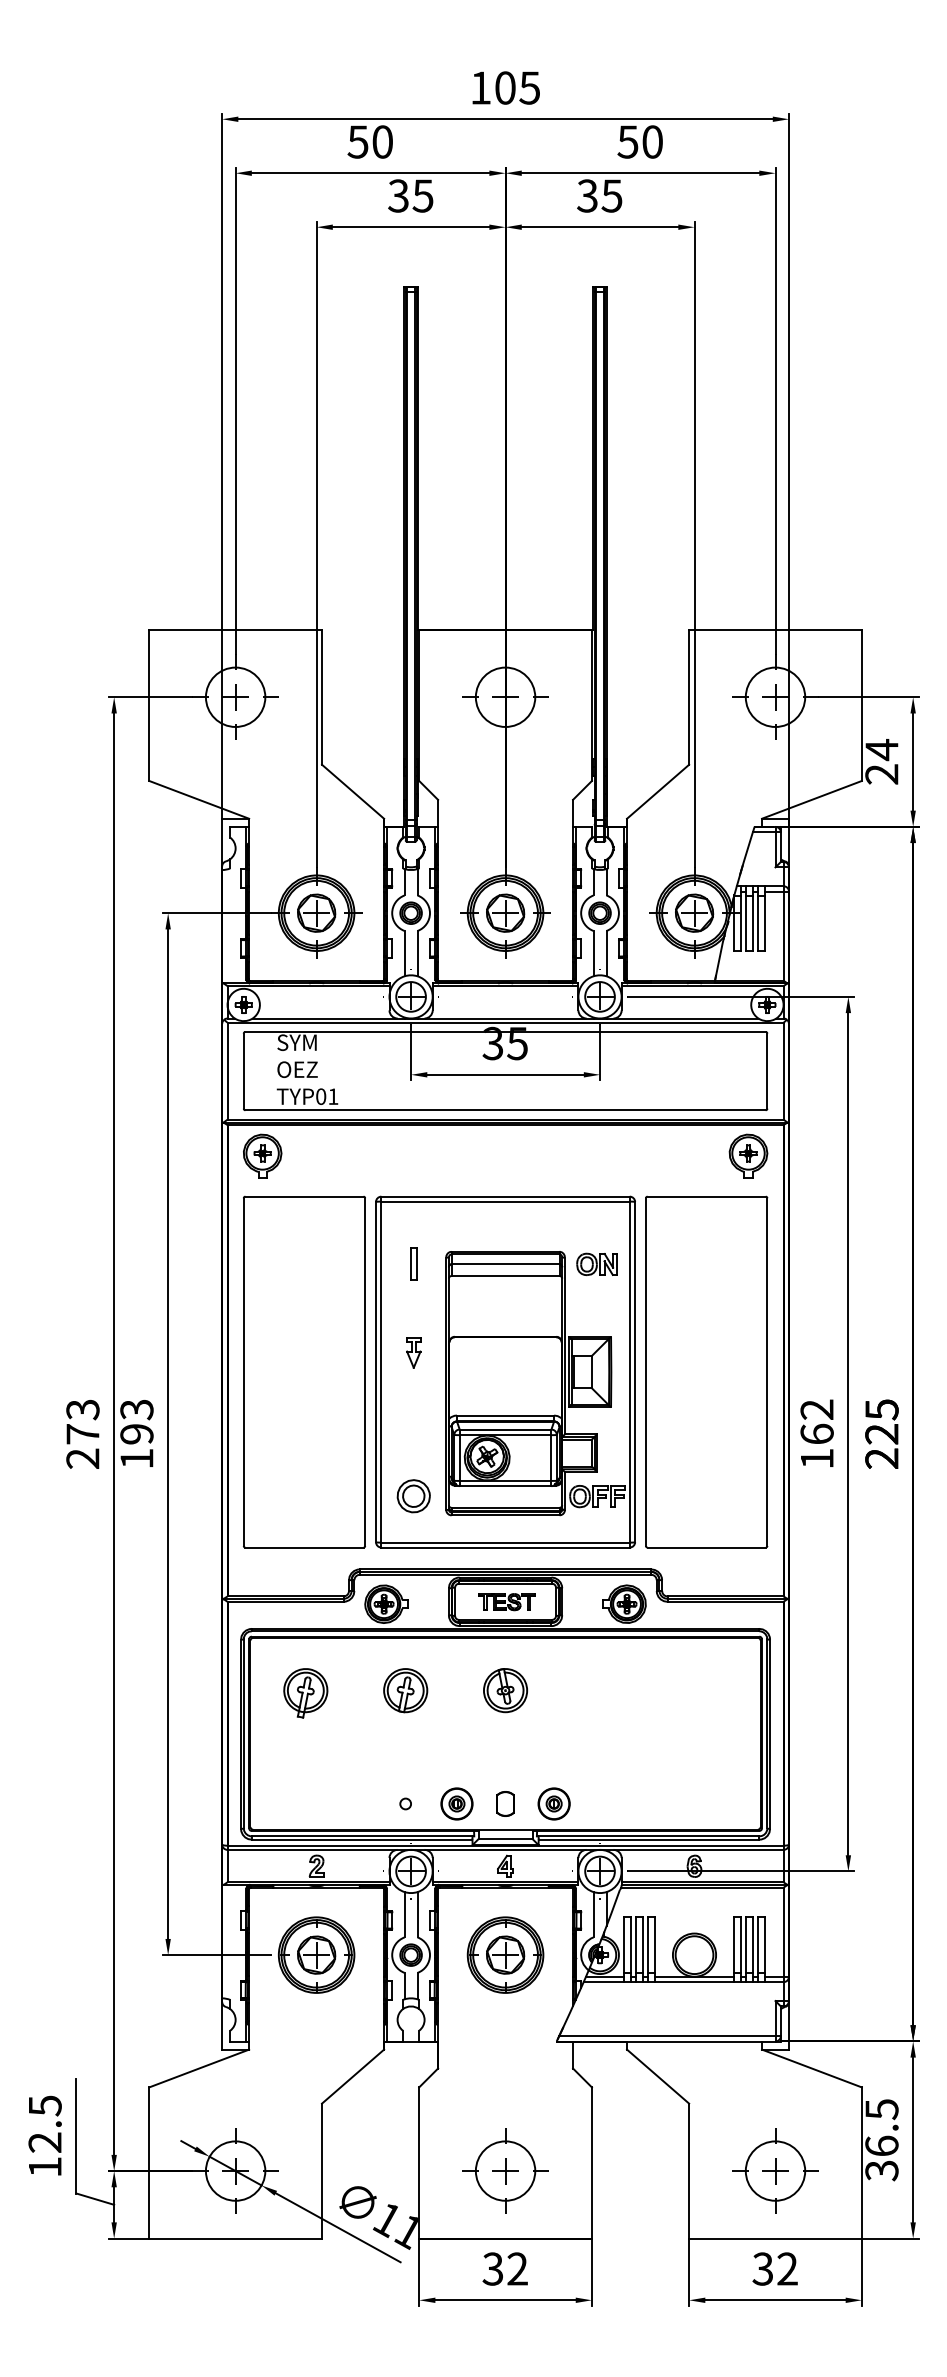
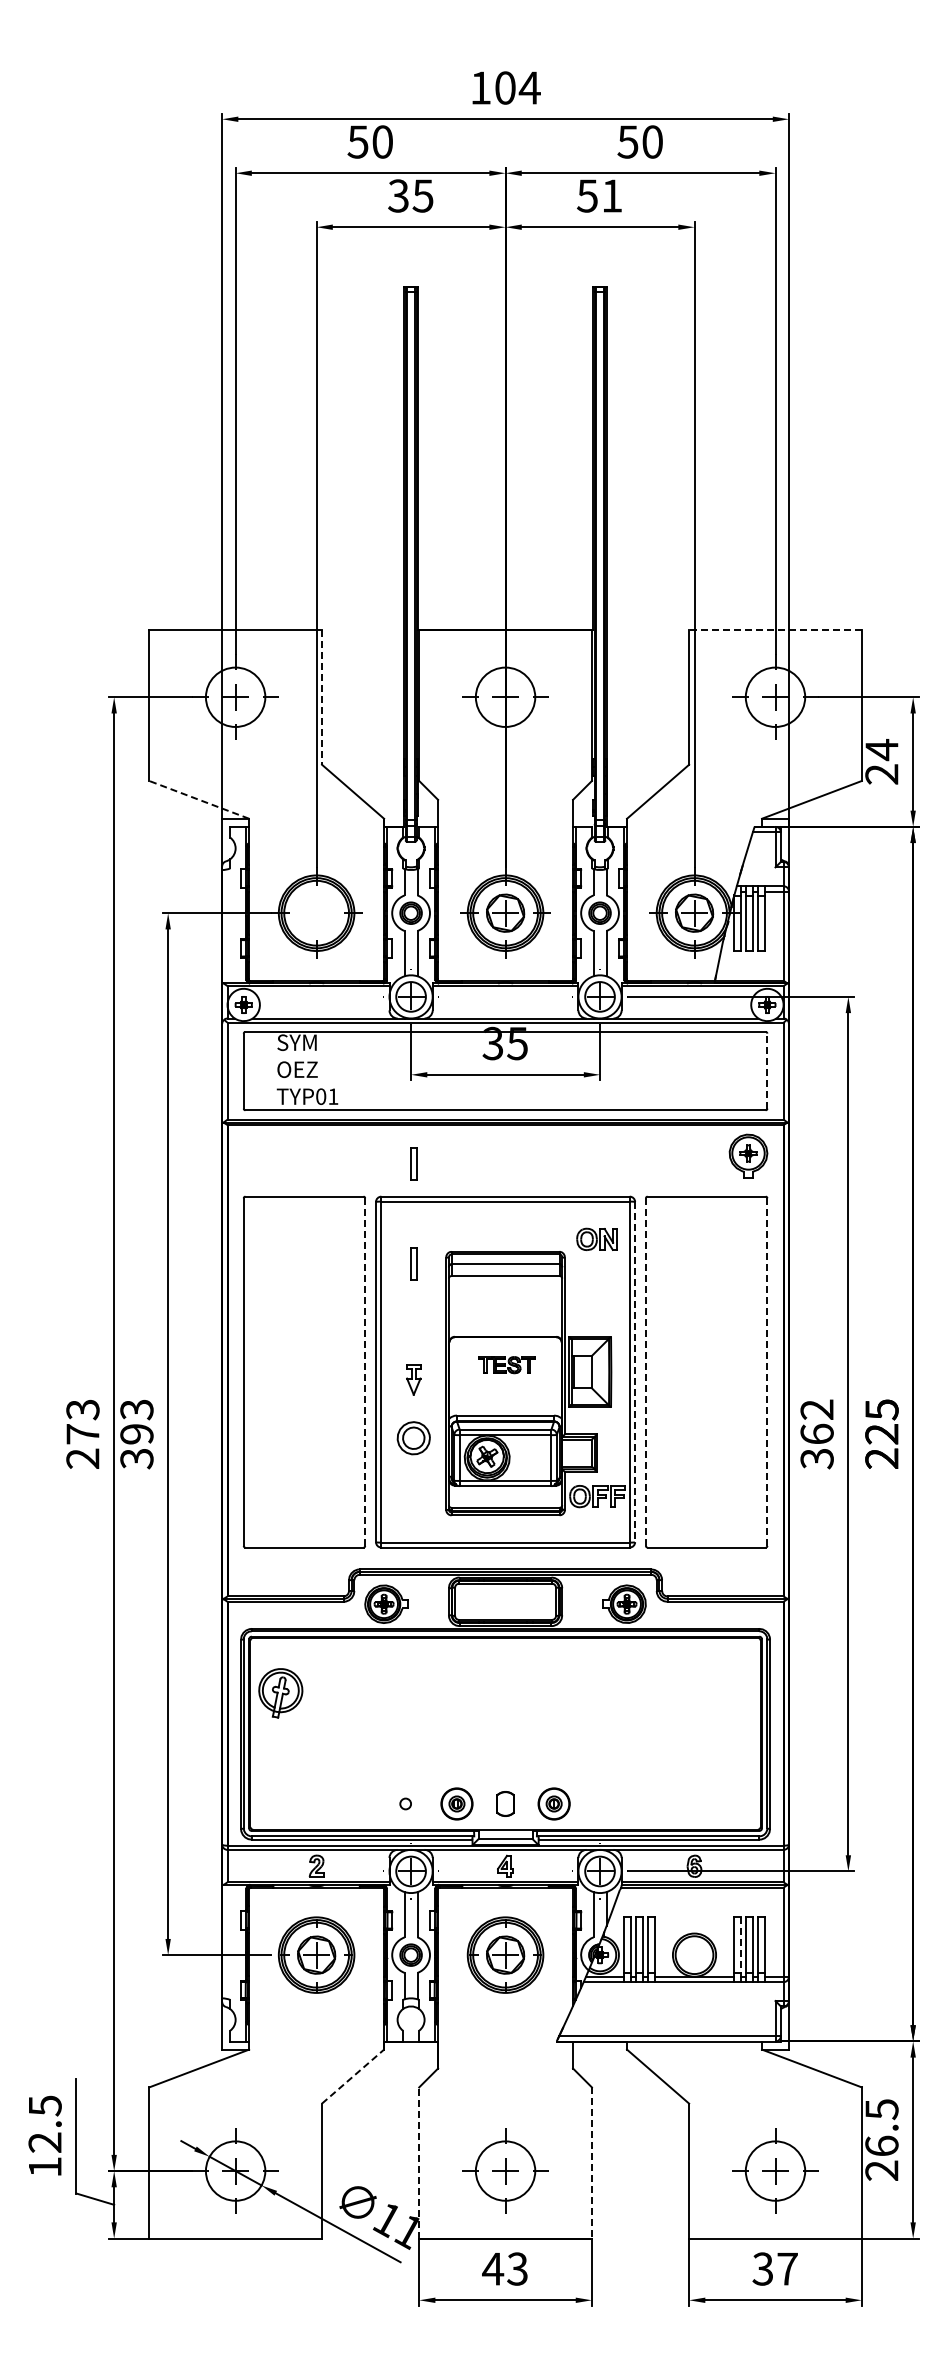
text at (529, 87): 105 -> 104
text at (599, 195): 35 -> 51
line at (775, 629): solid -> dashed
line at (322, 697): solid -> dashed
line at (198, 799): solid -> dashed
part at (316, 912): present -> none
line at (767, 1071): solid -> dashed
part at (262, 1155): present -> none
part at (413, 1163): none -> present
part at (596, 1263) position: (596, 1263) -> (596, 1238)
part at (413, 1352) position: (413, 1352) -> (413, 1379)
line at (365, 1372): solid -> dashed
line at (635, 1372): solid -> dashed
line at (645, 1372): solid -> dashed
line at (767, 1372): solid -> dashed
text at (136, 1459): 193 -> 393
text at (816, 1459): 162 -> 362
part at (413, 1496) position: (413, 1496) -> (413, 1438)
part at (506, 1602) position: (506, 1602) -> (506, 1365)
part at (405, 1690): present -> none
part at (505, 1690): present -> none
part at (305, 1693) position: (305, 1693) -> (280, 1693)
line at (740, 1947): solid -> dashed
line at (353, 2076): solid -> dashed
line at (419, 2163): solid -> dashed
line at (591, 2163): solid -> dashed
text at (882, 2170): 36.5 -> 26.5
text at (504, 2268): 32 -> 43
text at (787, 2268): 32 -> 37
